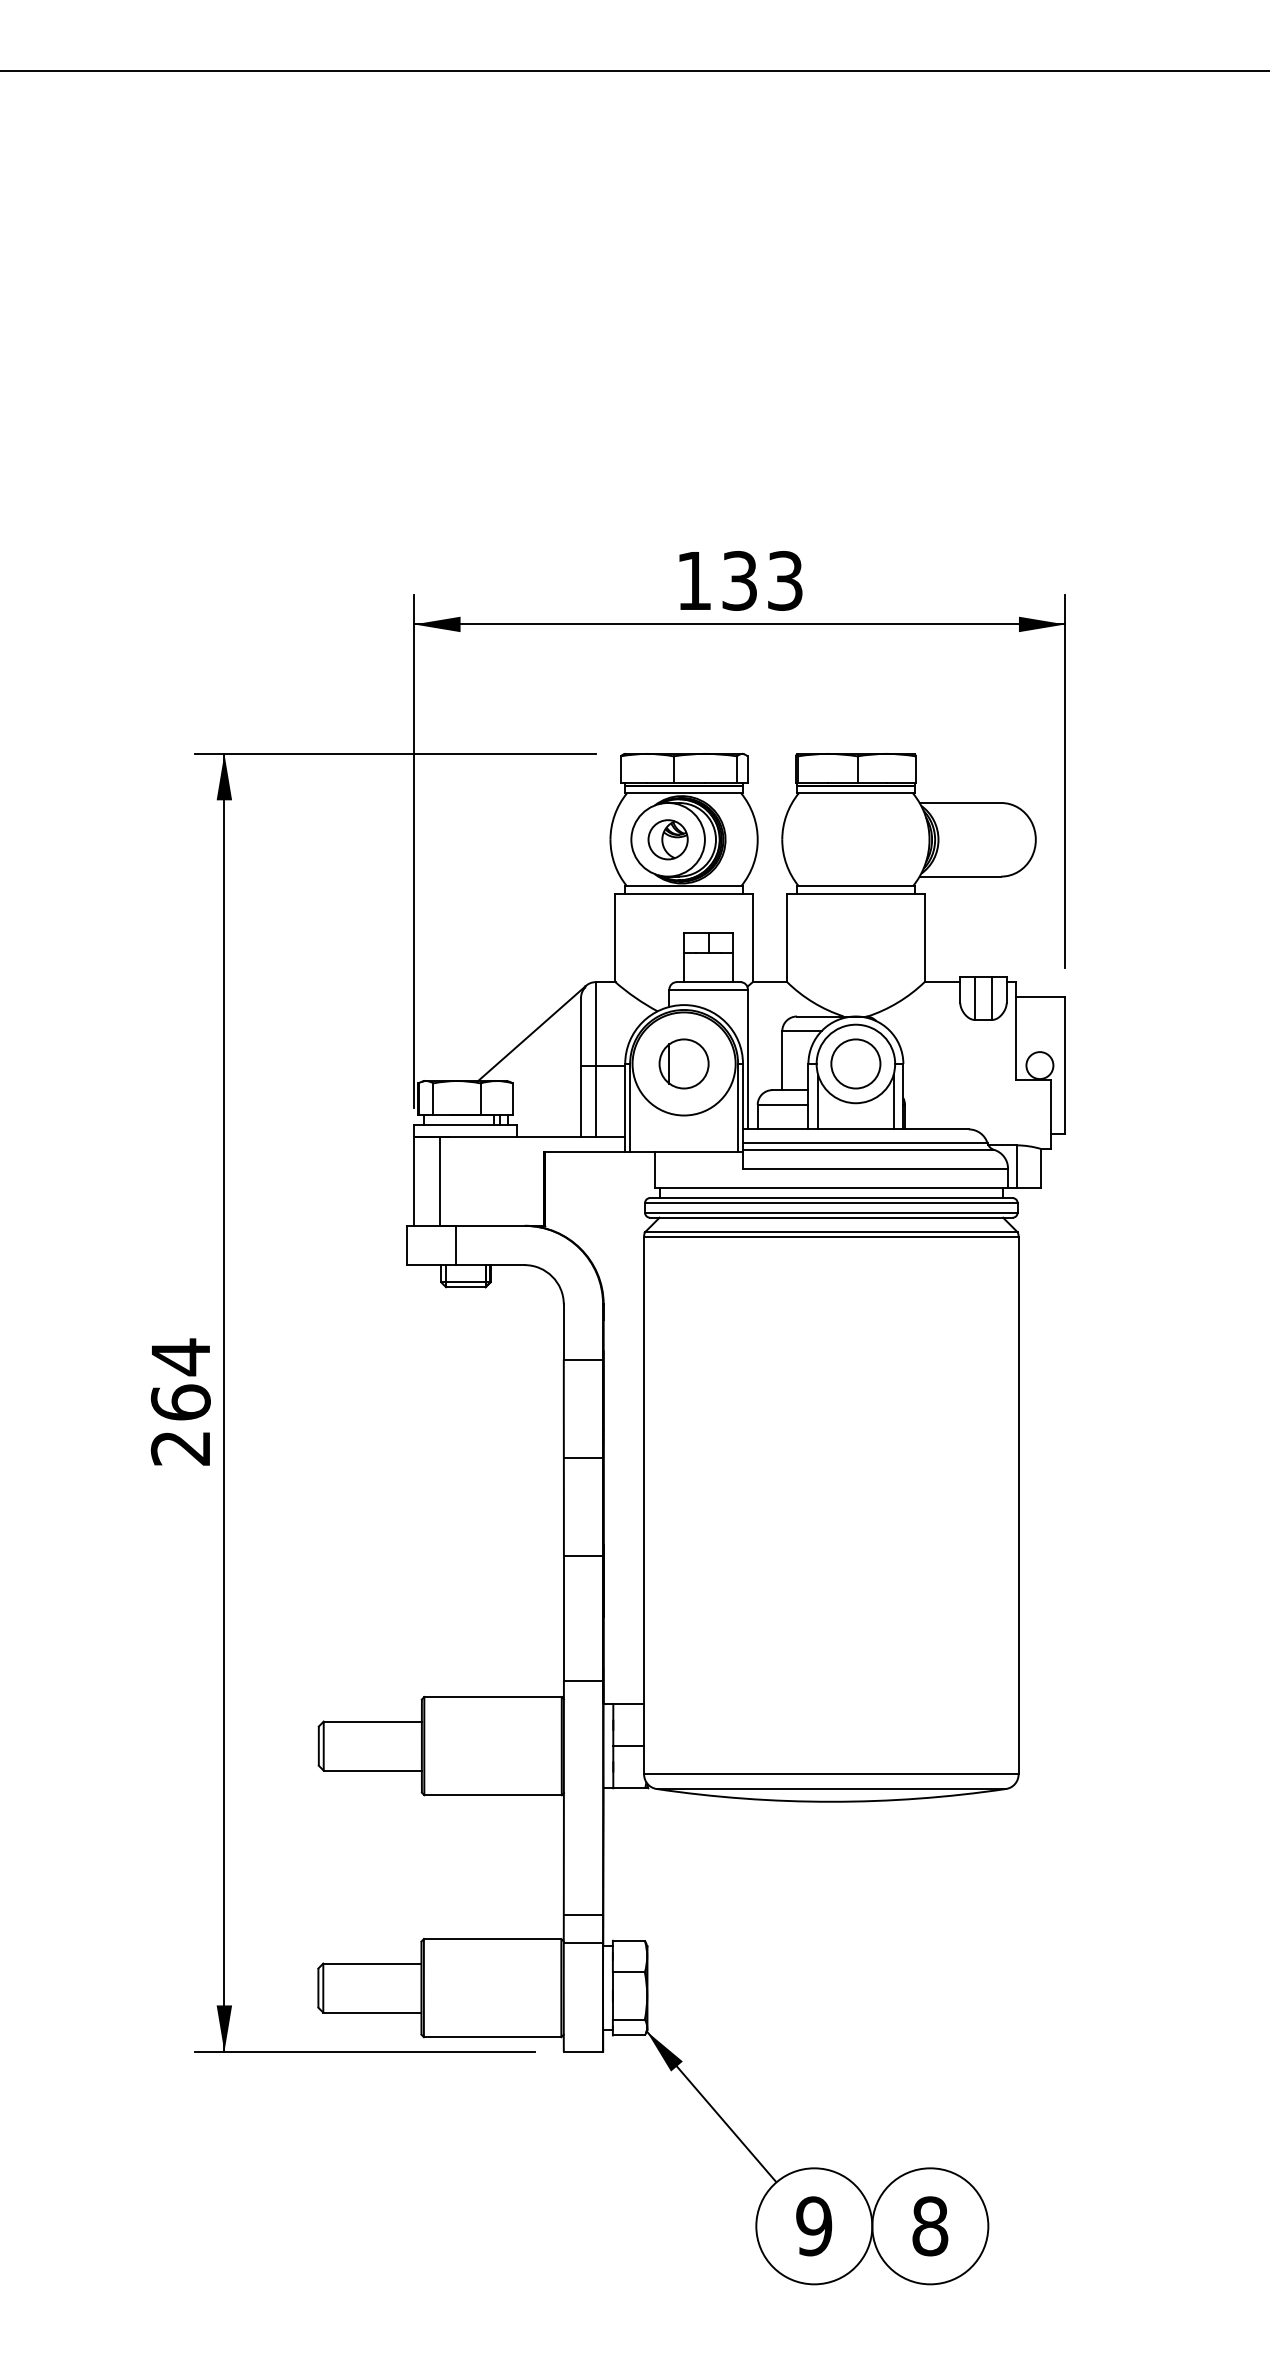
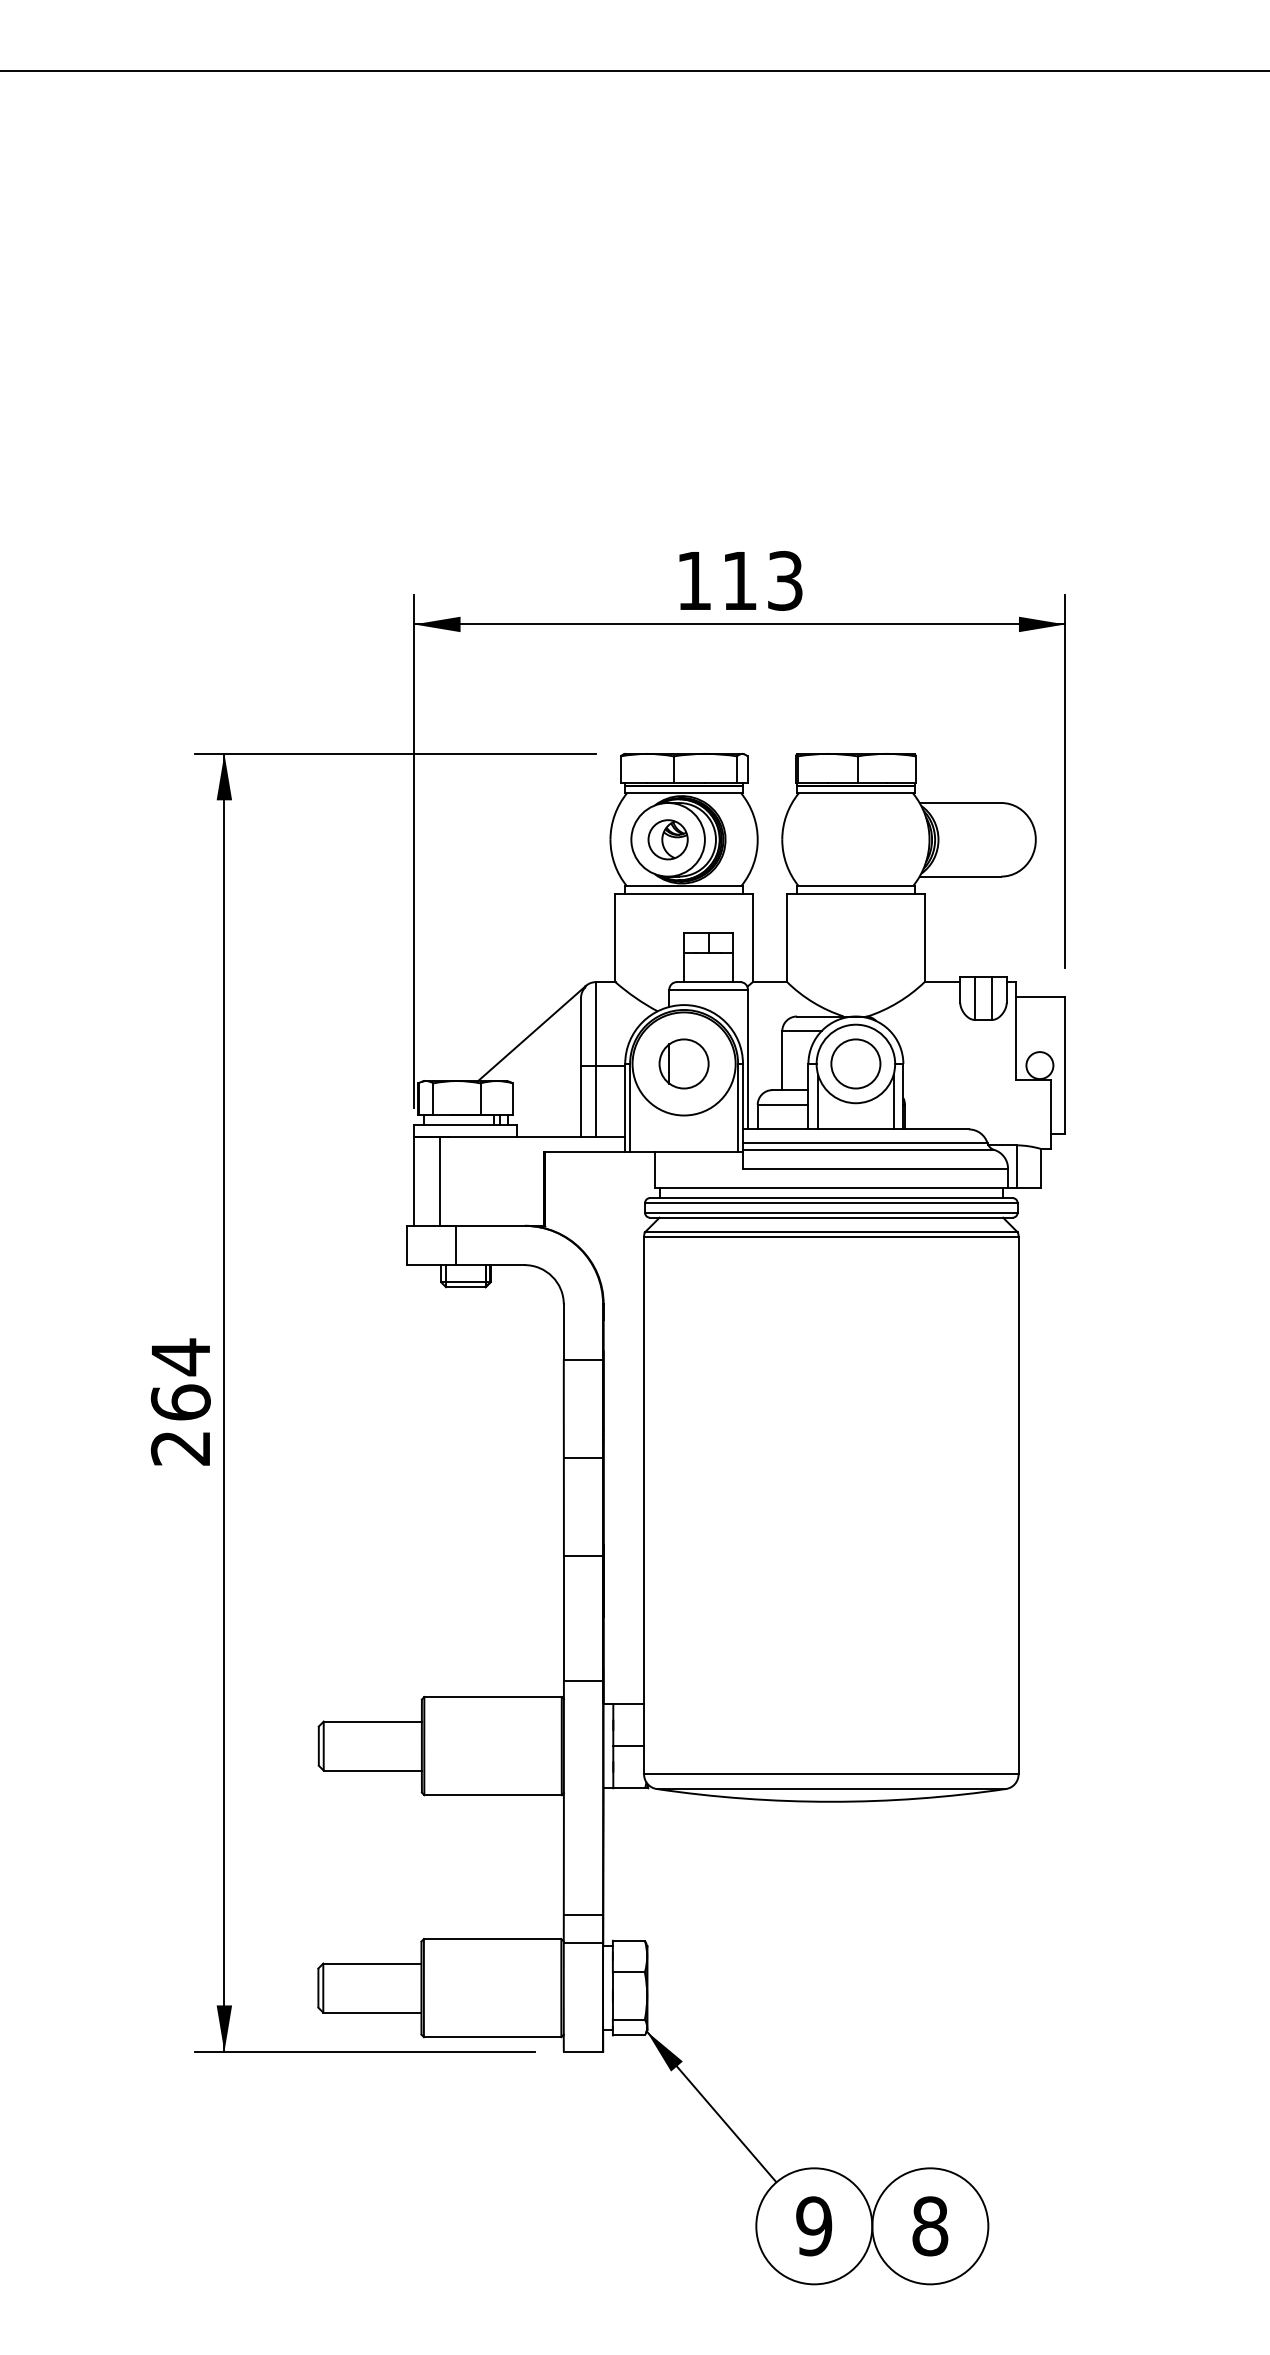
text at (739, 580): 133 -> 113
